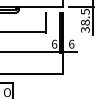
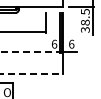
line at (29, 51): solid -> dashed
line at (32, 73): solid -> dashed
